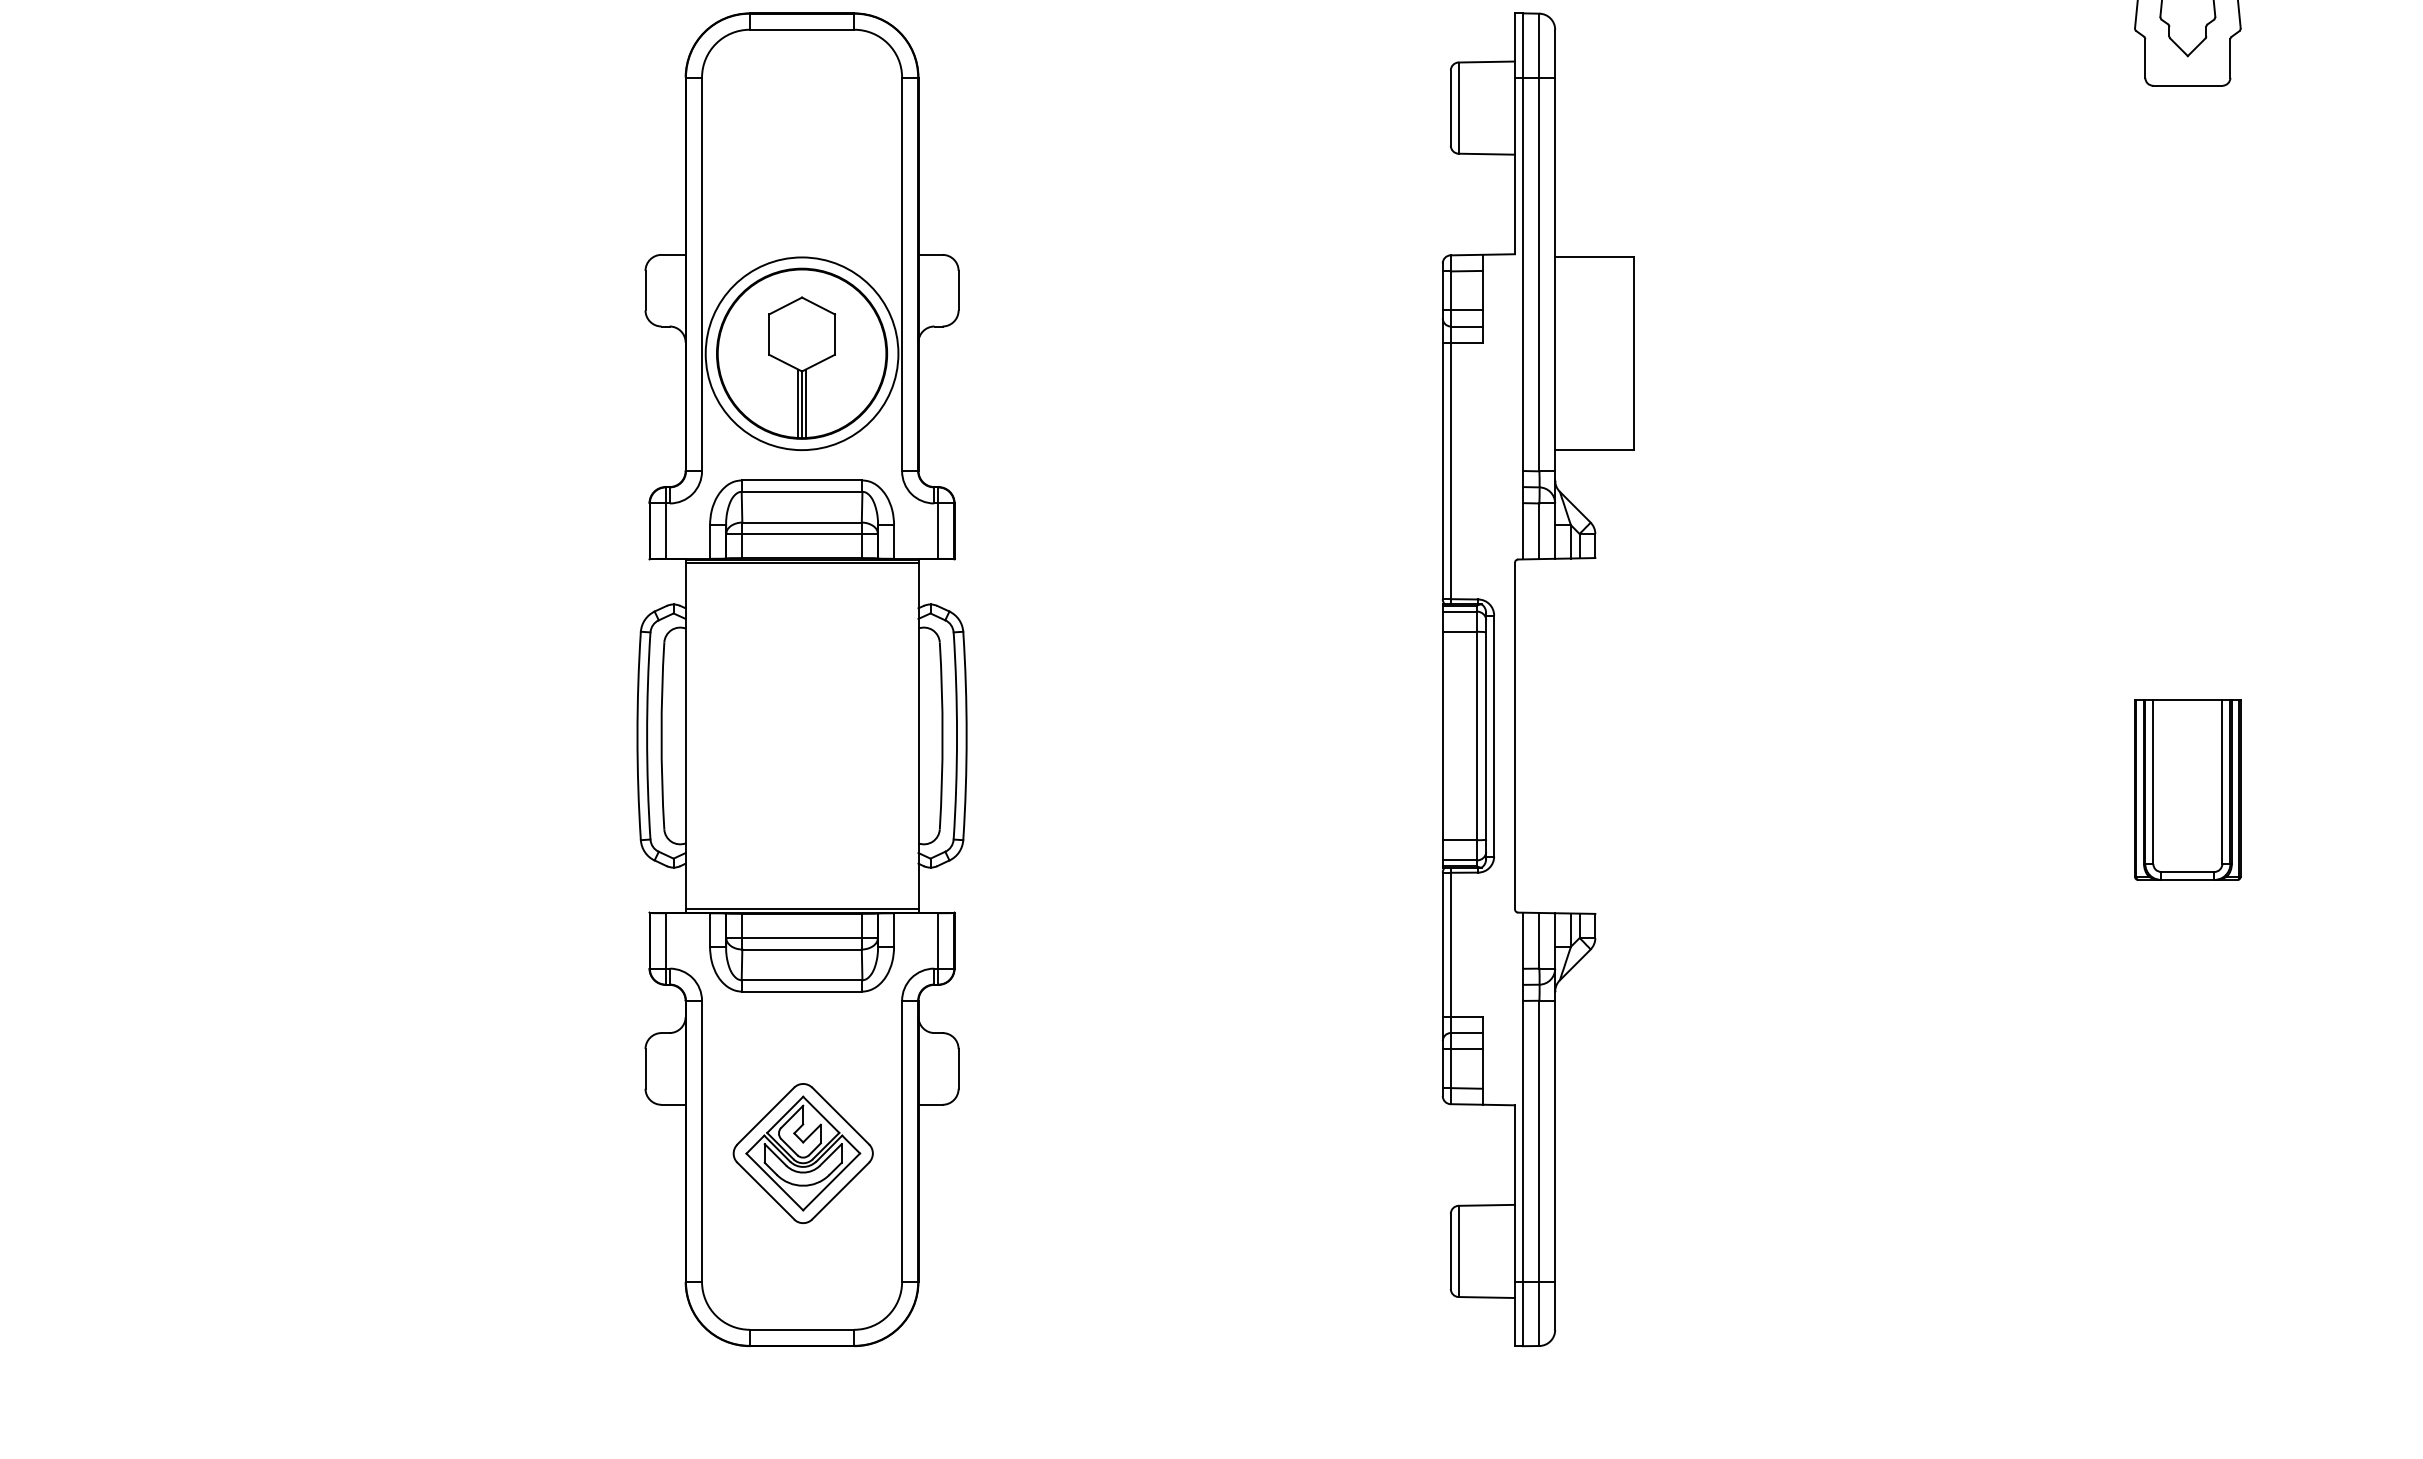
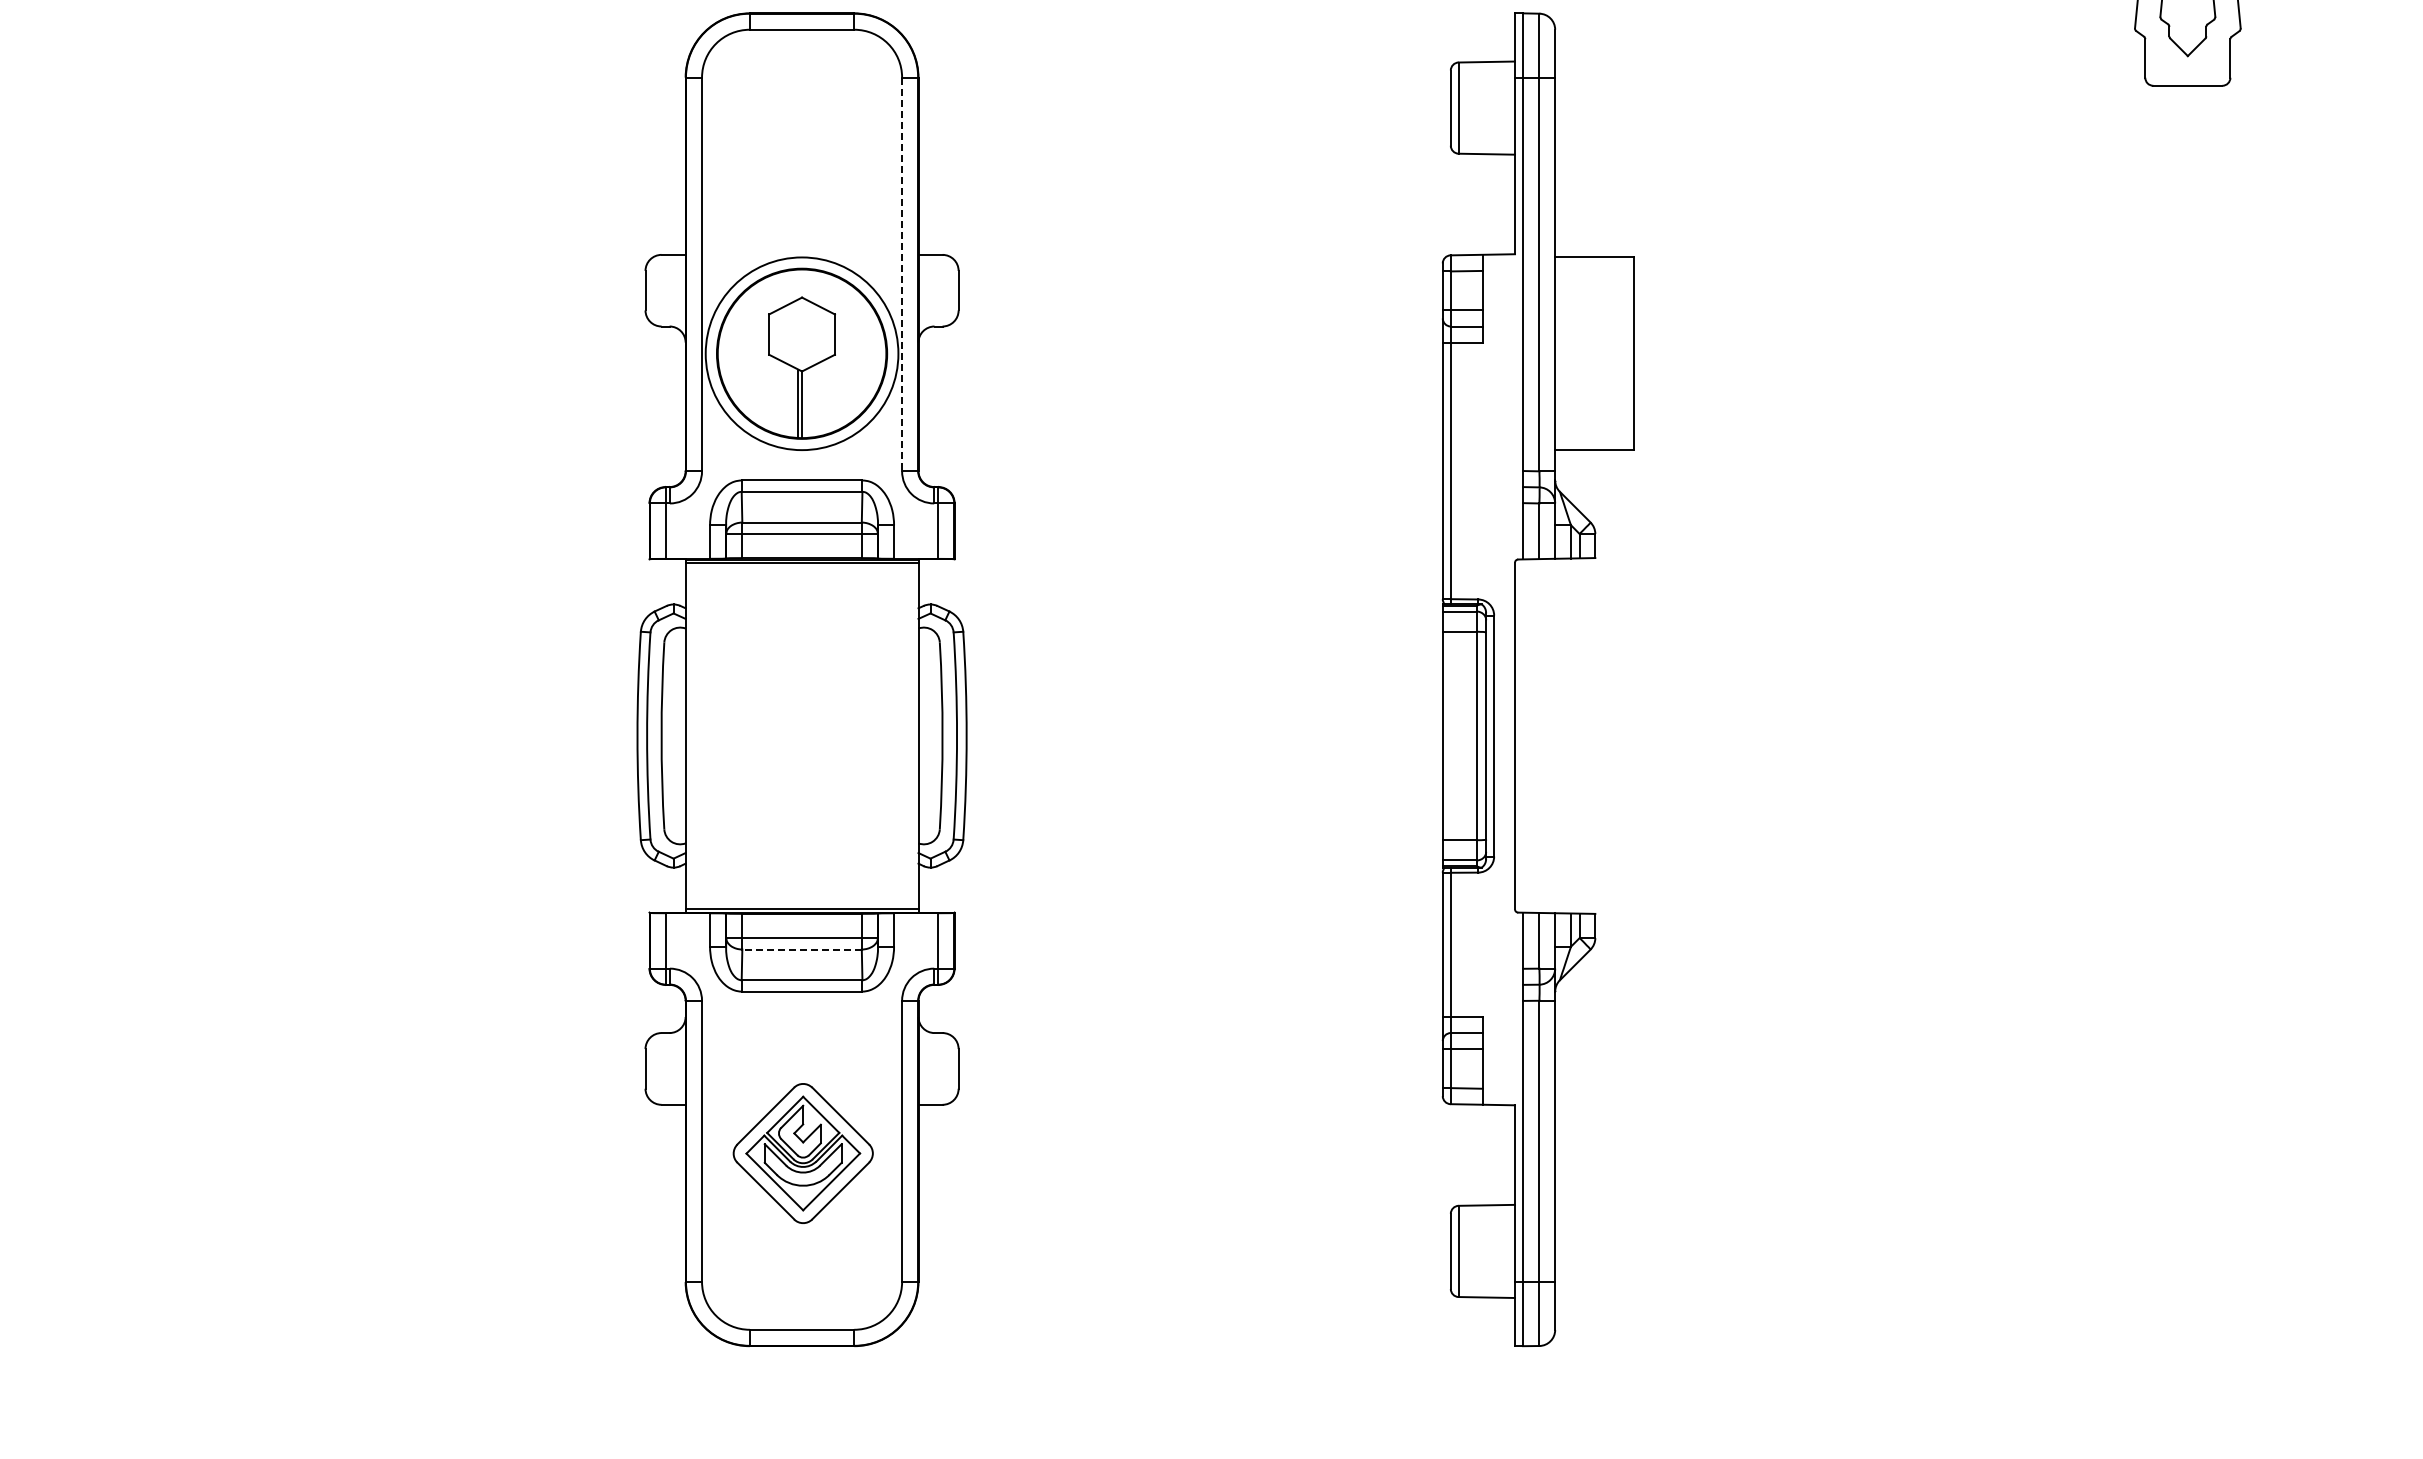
line at (902, 274): solid -> dashed
line at (806, 403): present -> none
part at (2187, 789): present -> none
line at (802, 949): solid -> dashed
